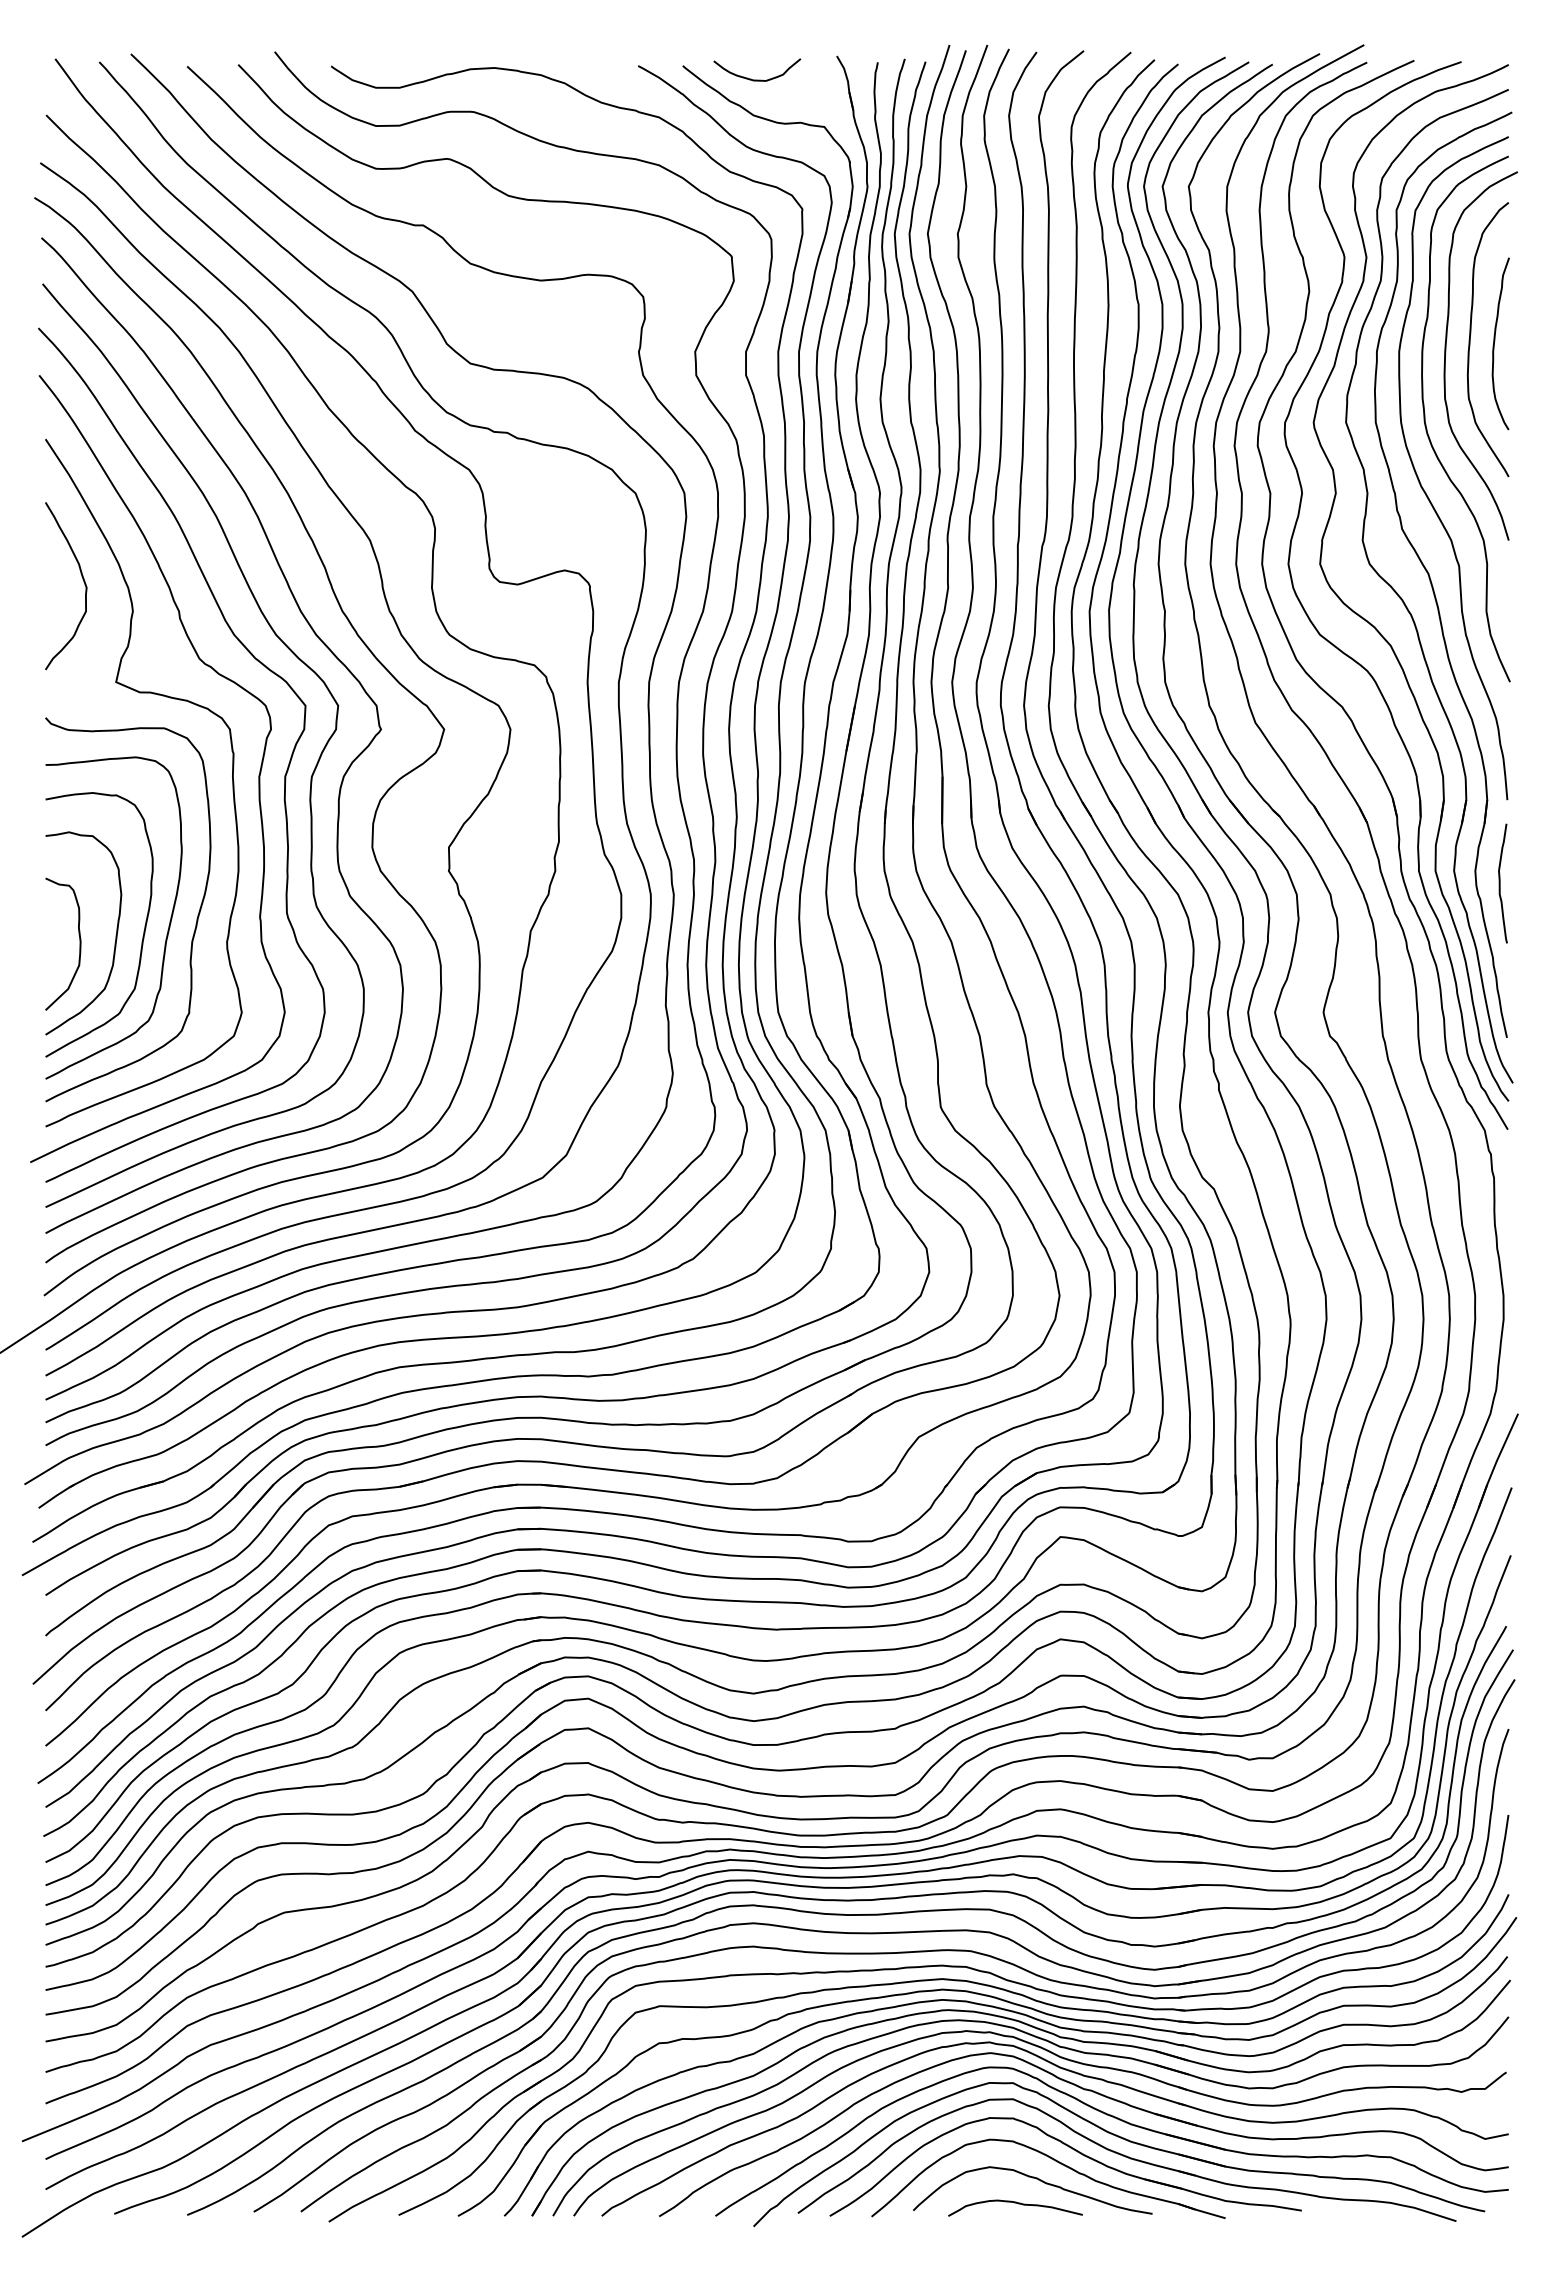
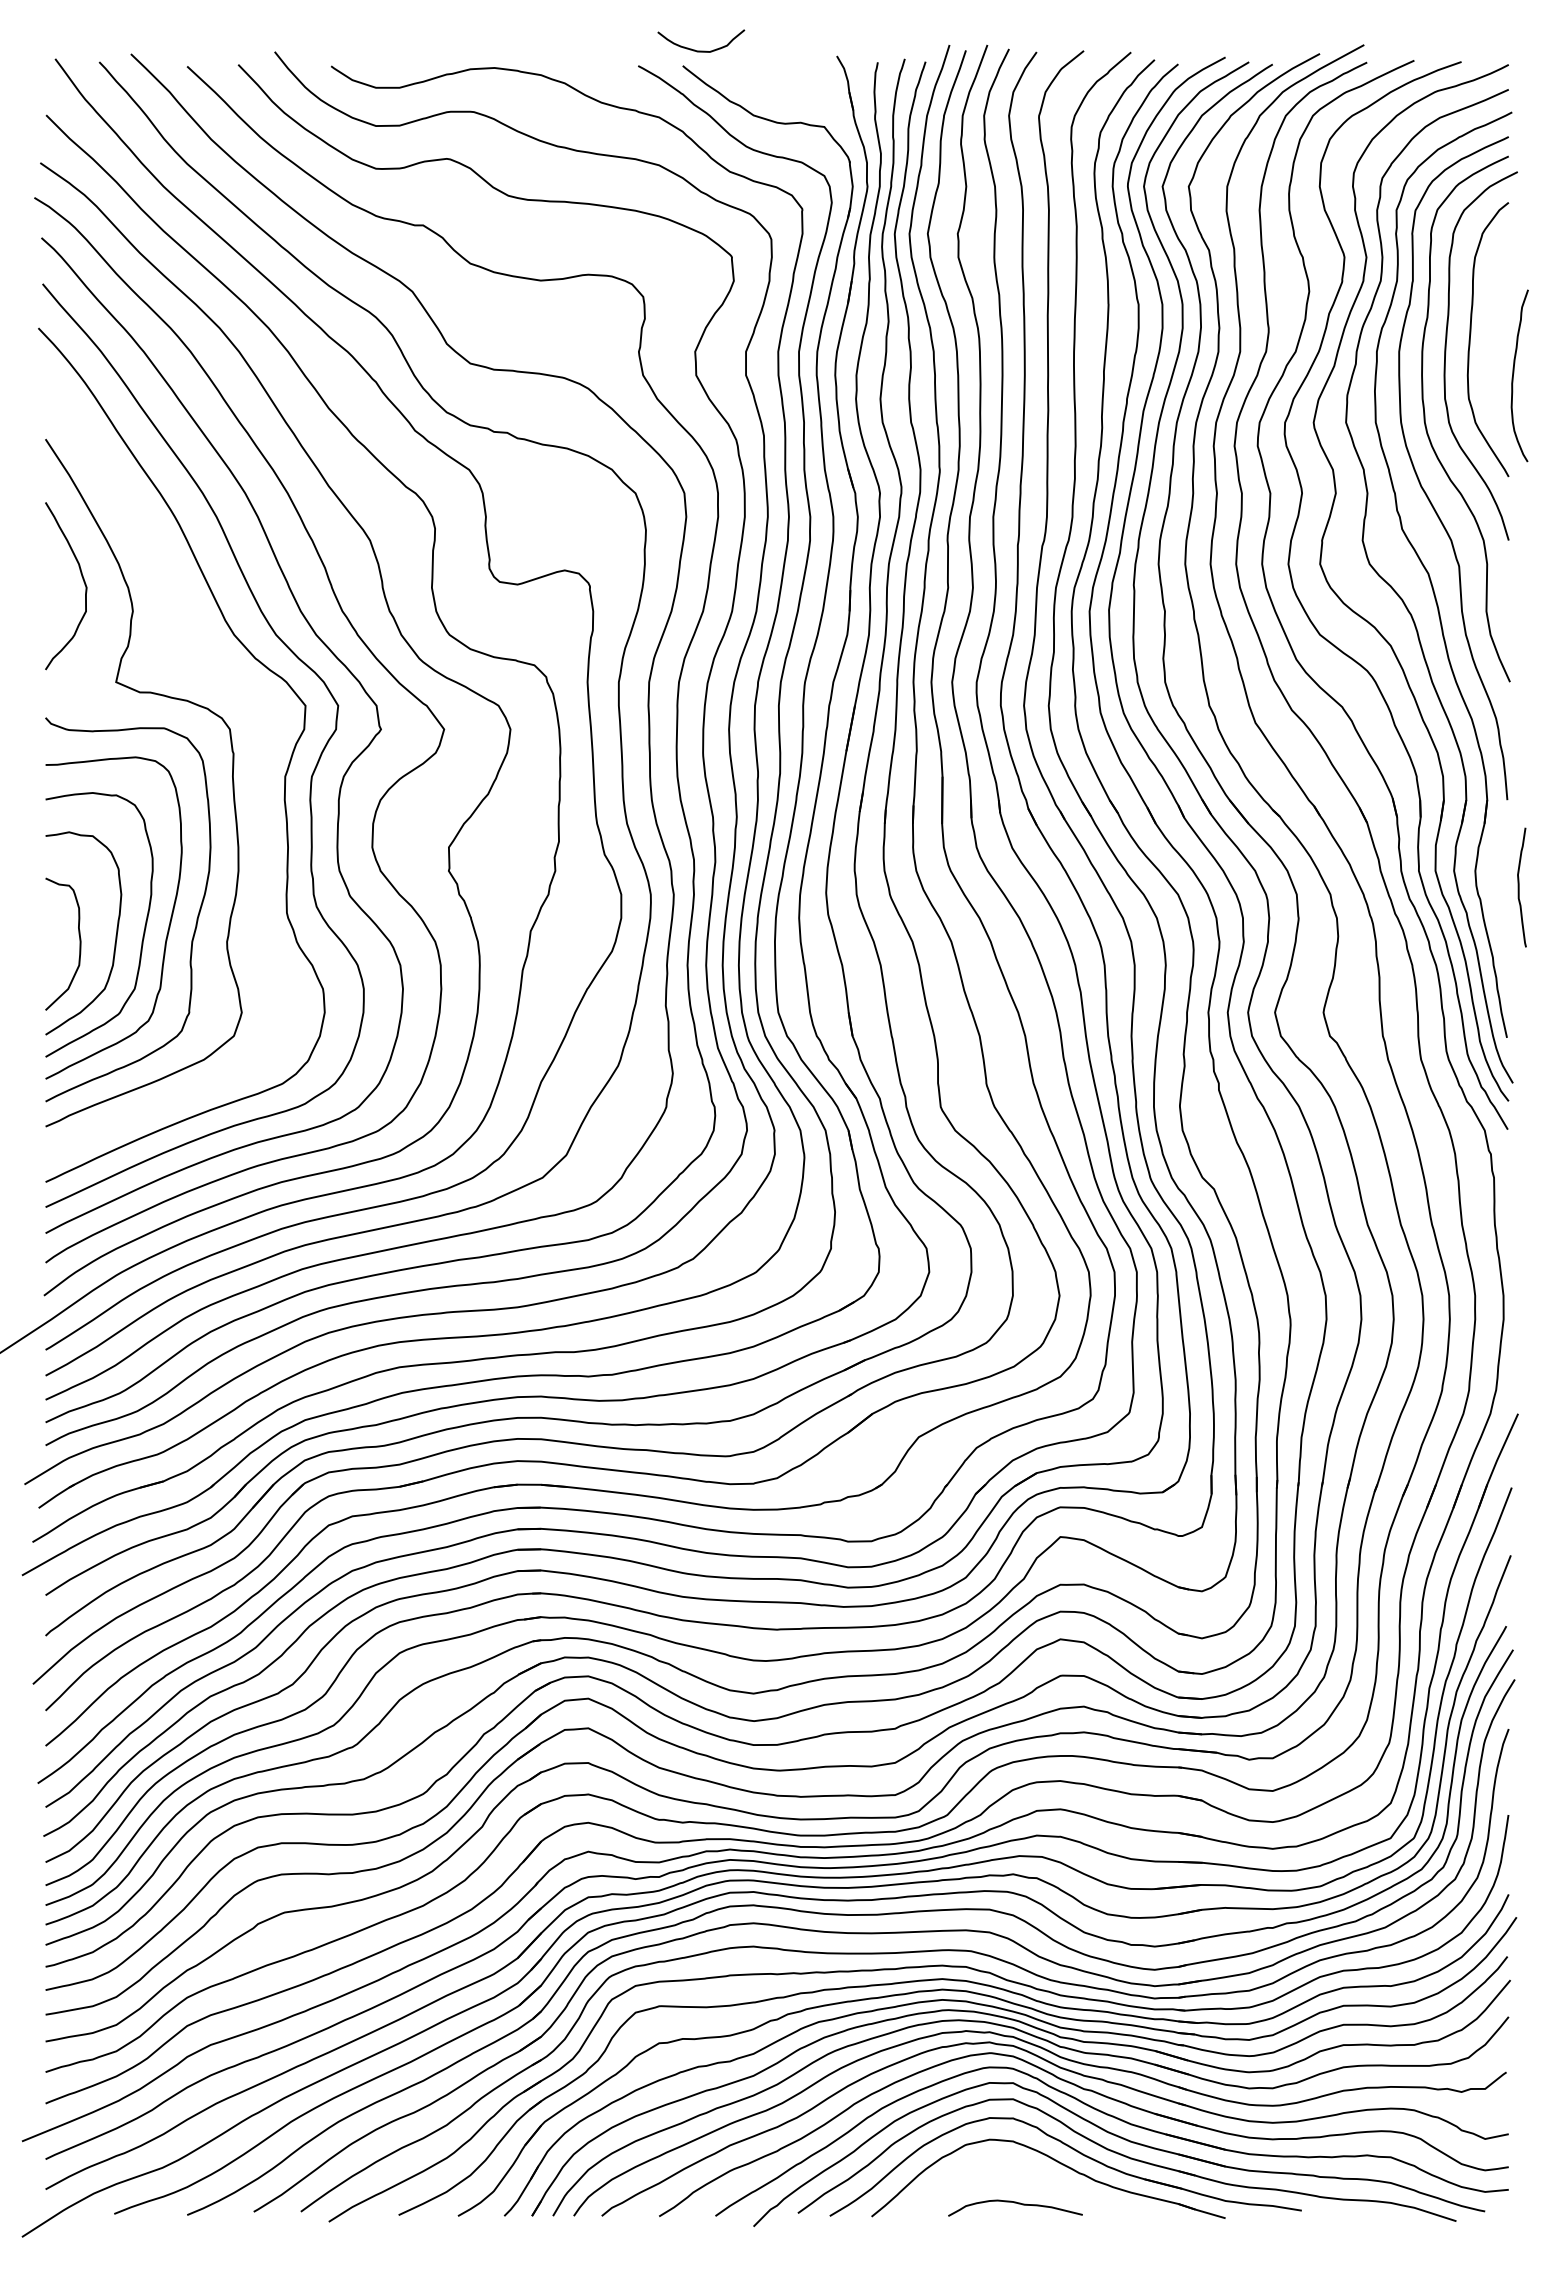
curve at (757, 79) position: (757, 79) -> (701, 50)
curve at (1495, 341) position: (1495, 341) -> (1514, 373)
curve at (258, 775): present -> none
curve at (1500, 883) position: (1500, 883) -> (1519, 887)
curve at (1038, 2180): present -> none
